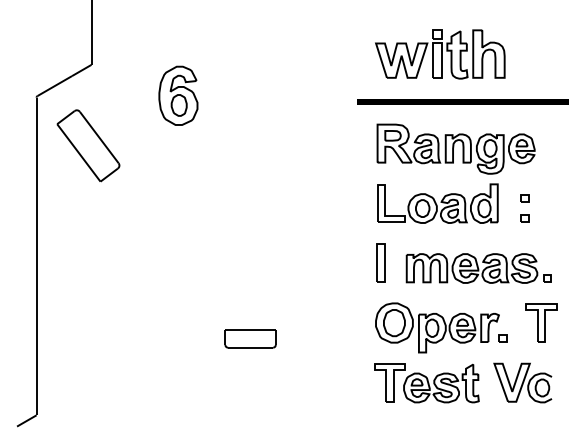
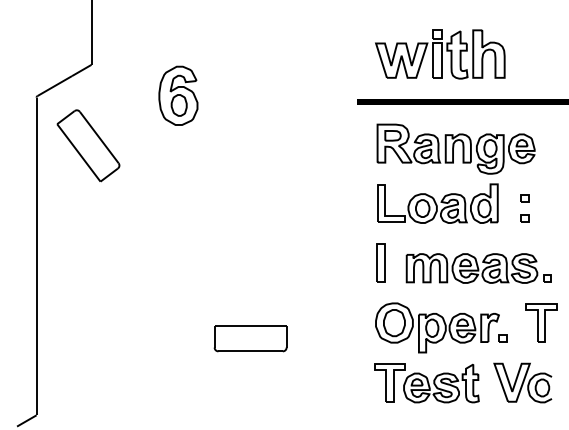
part at (250, 338) size: 53x20 px -> 75x28 px
